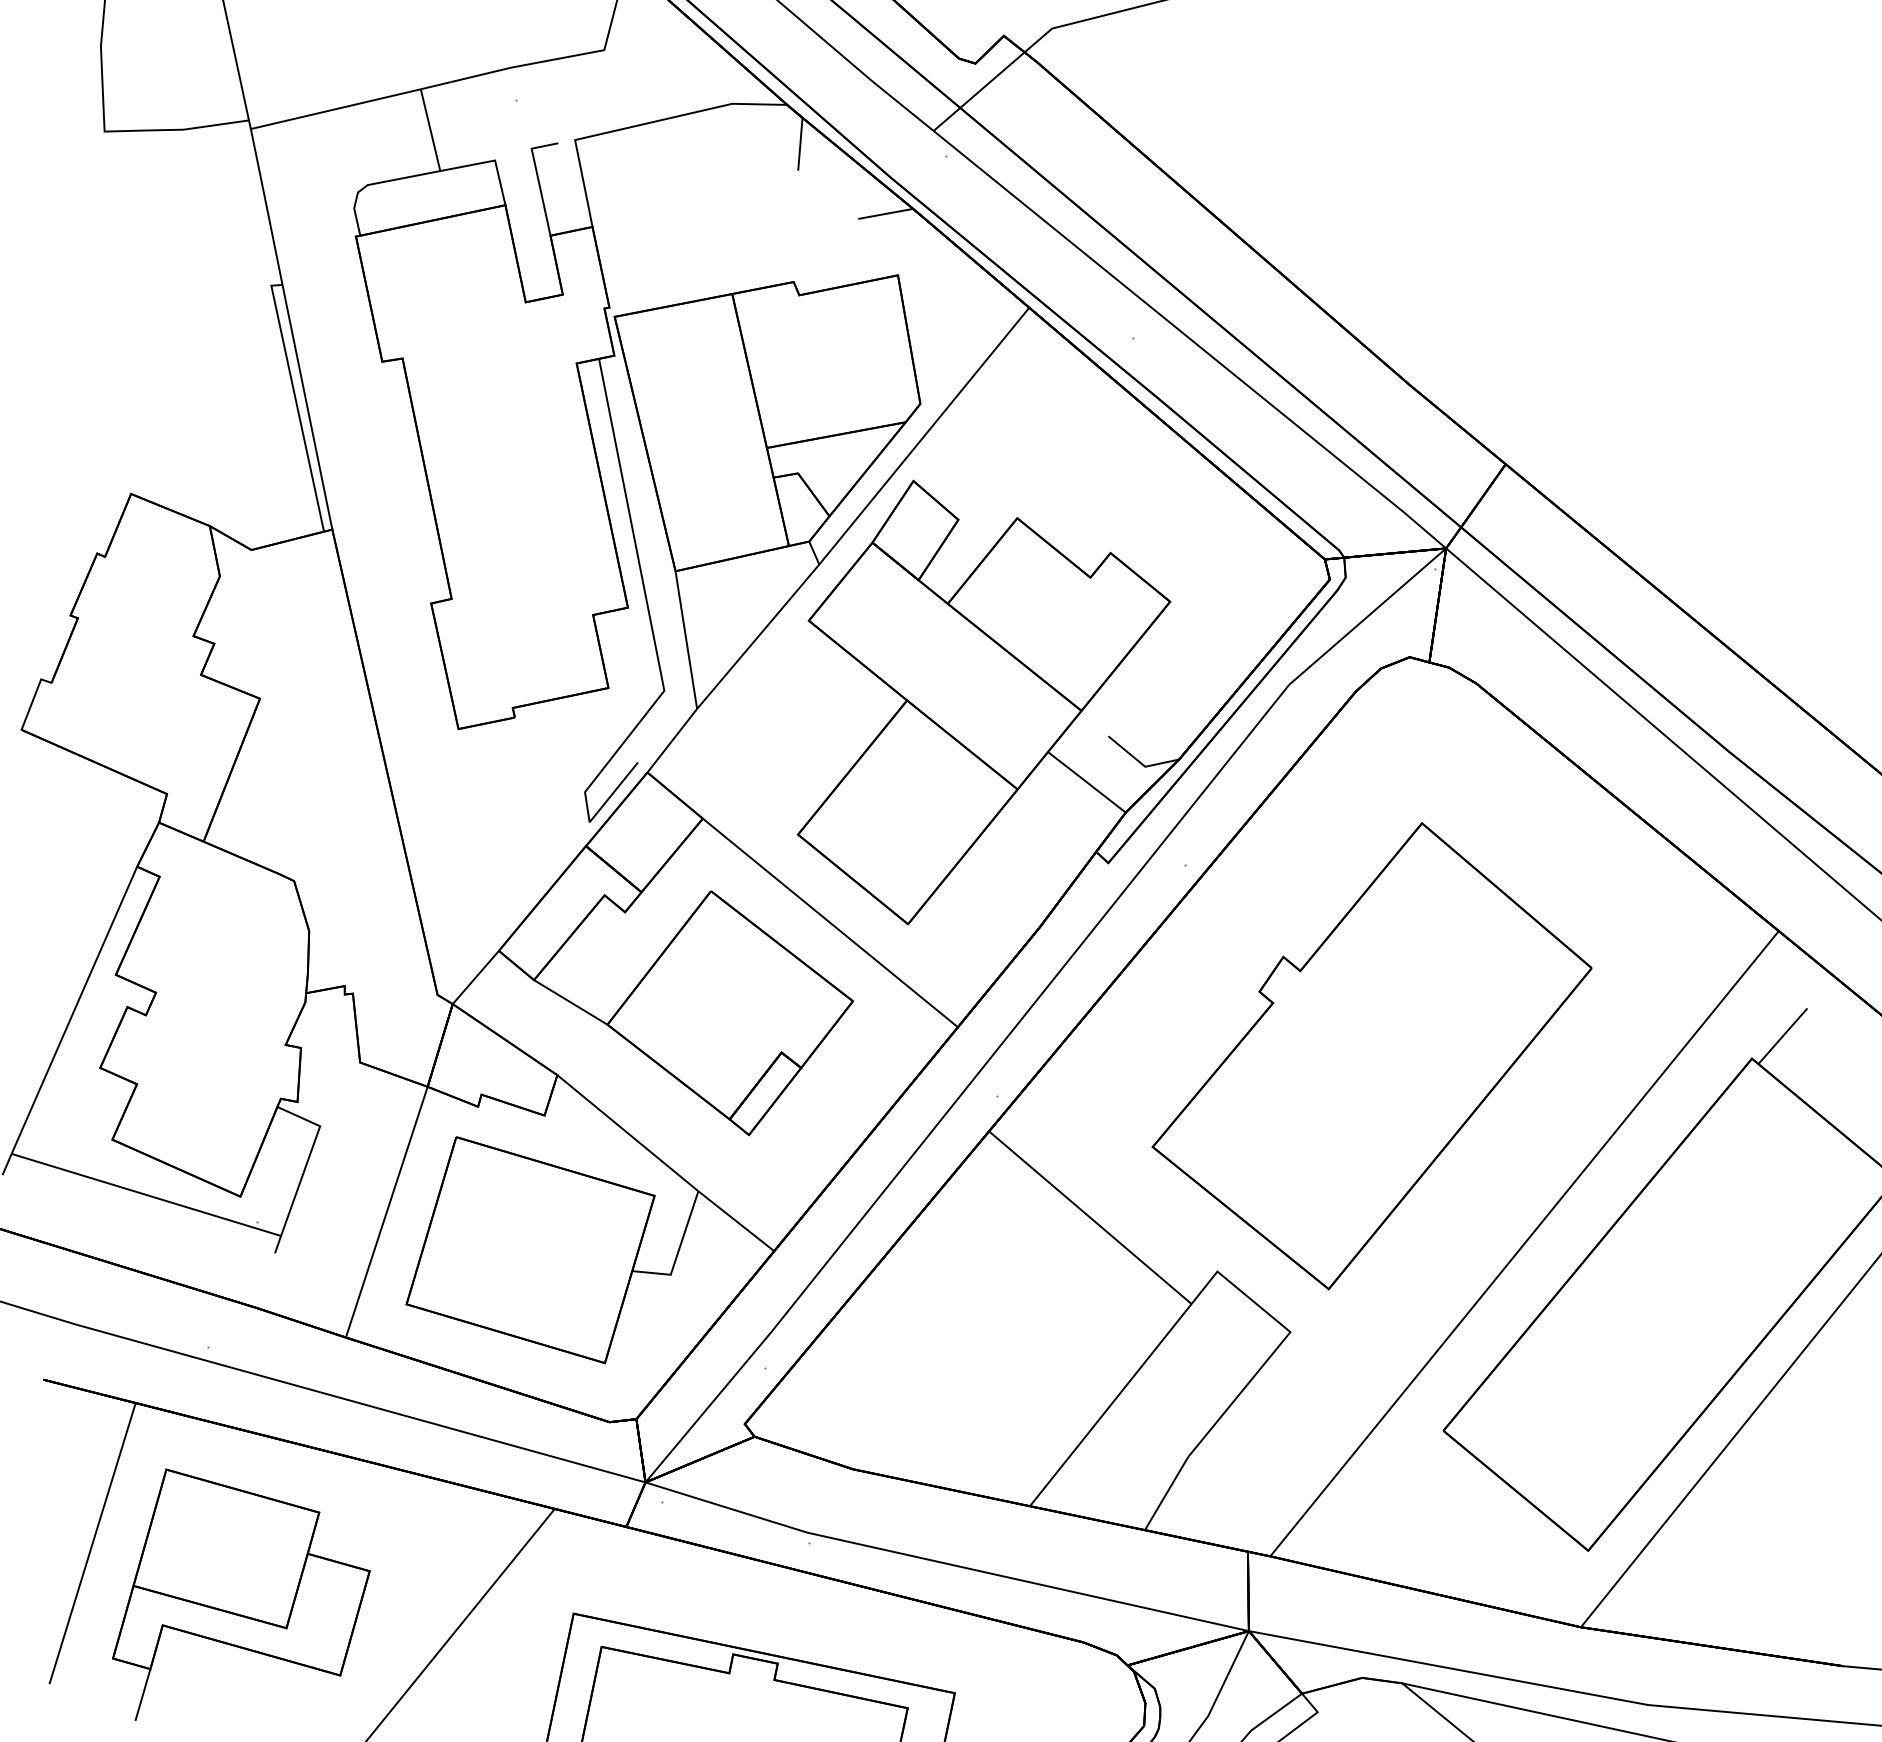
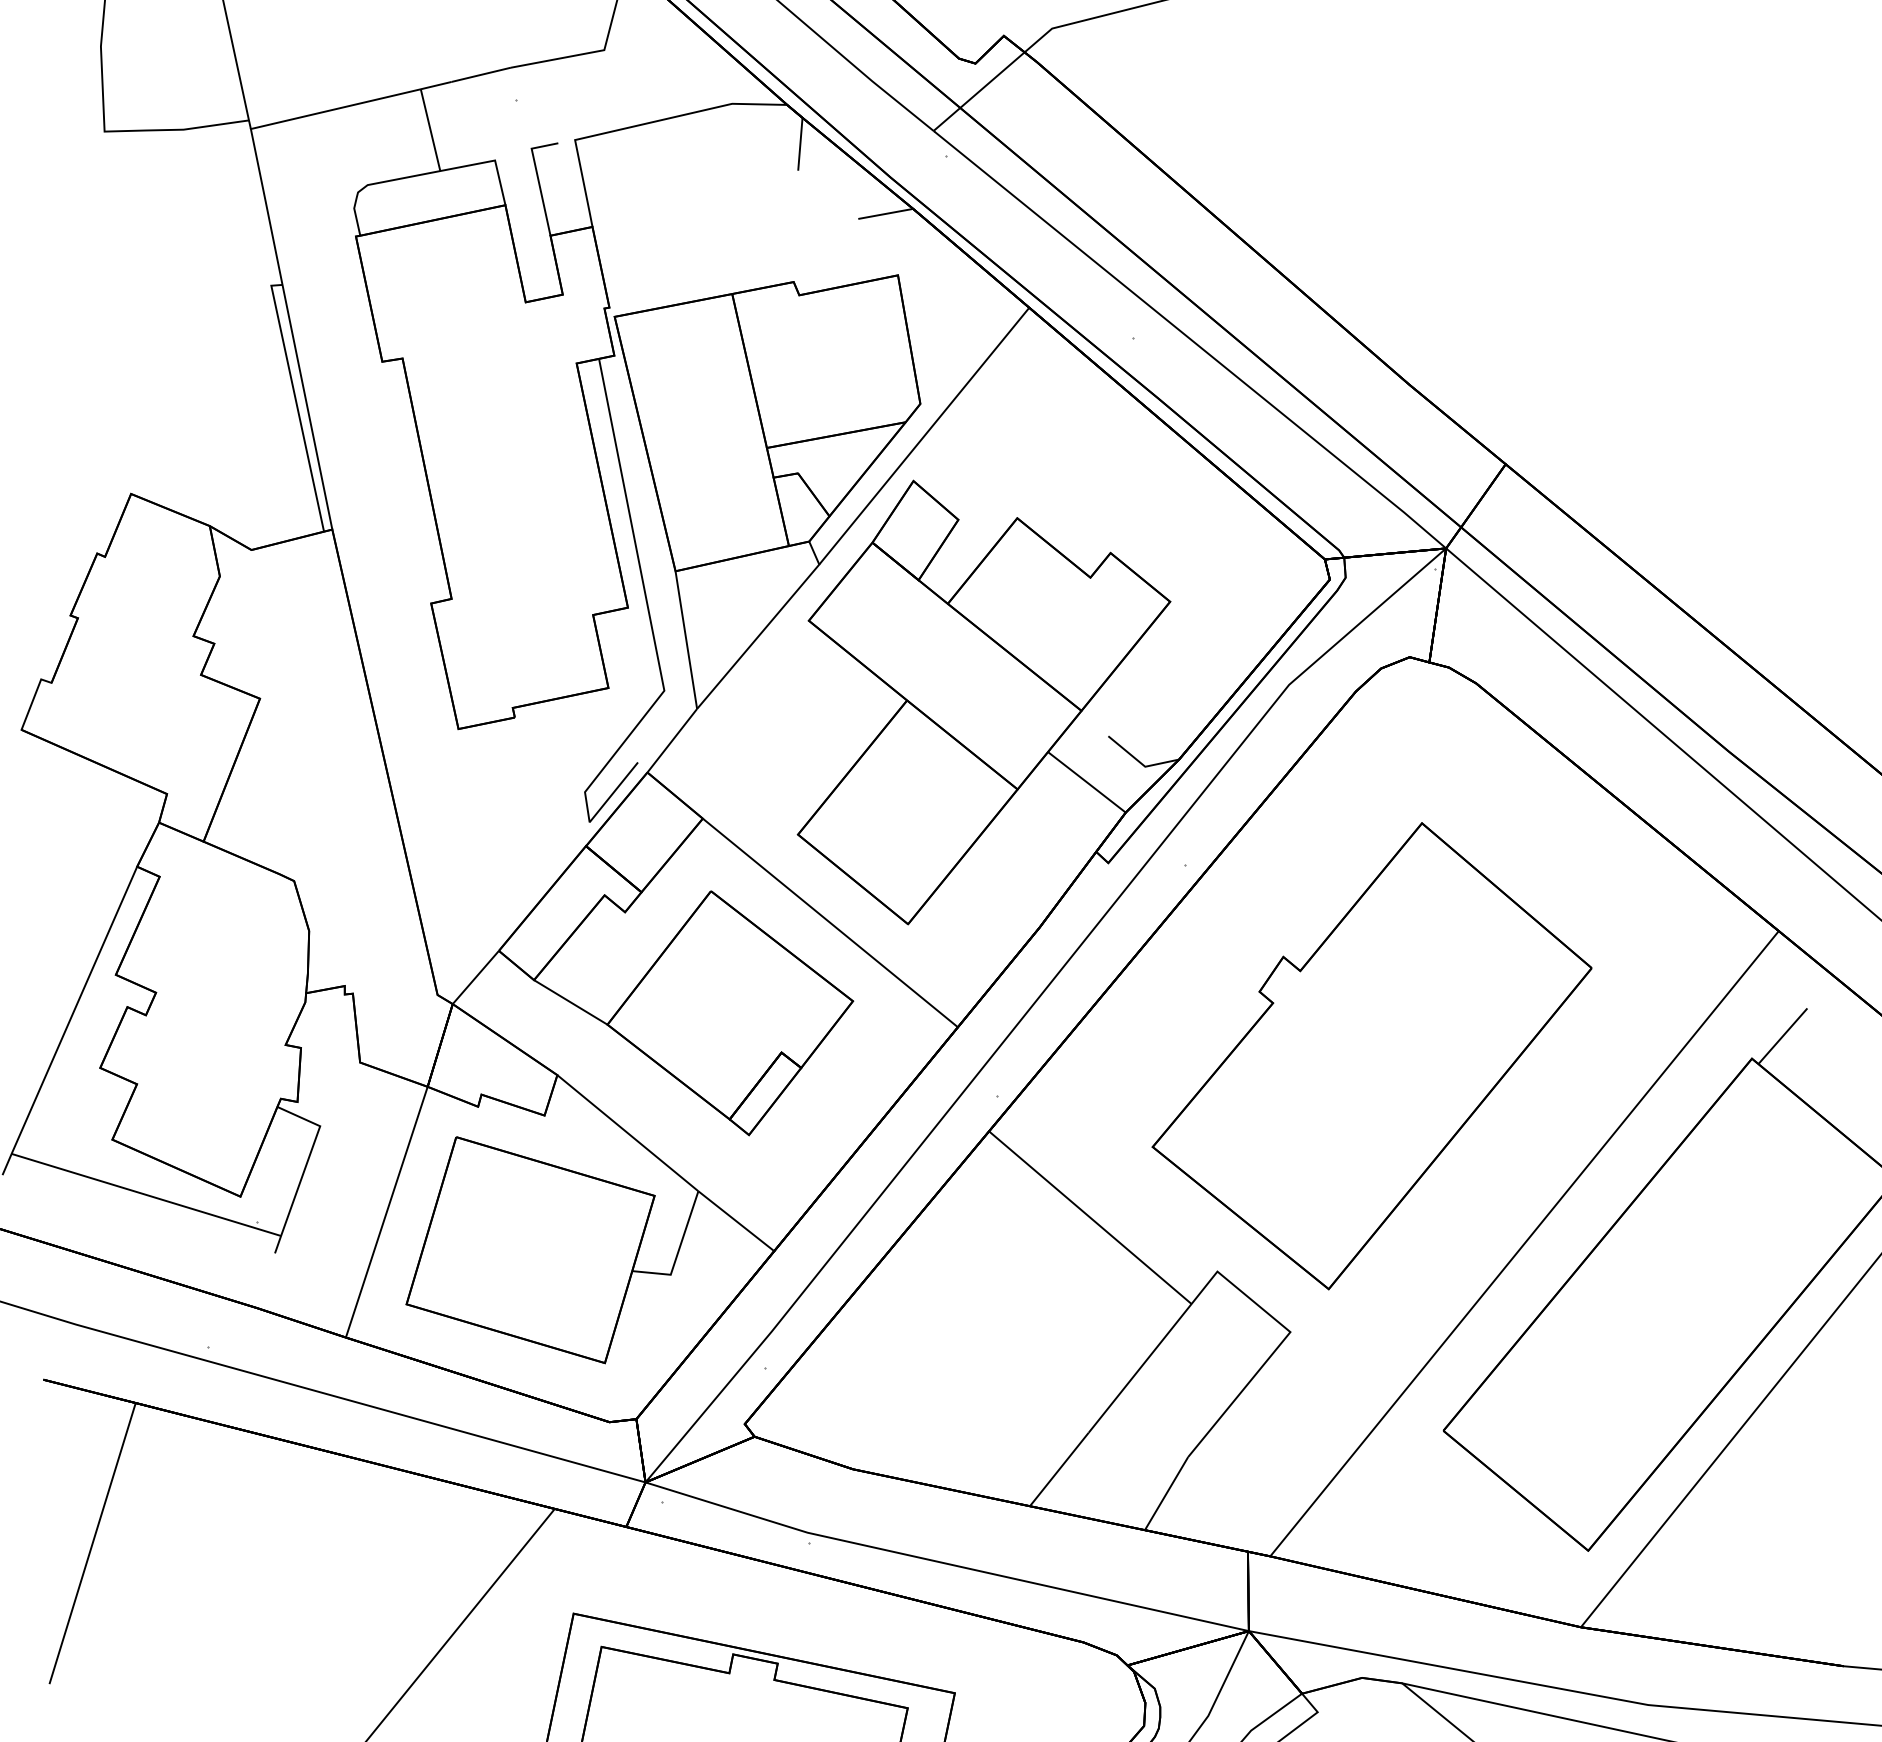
part at (241, 1594): present -> none
